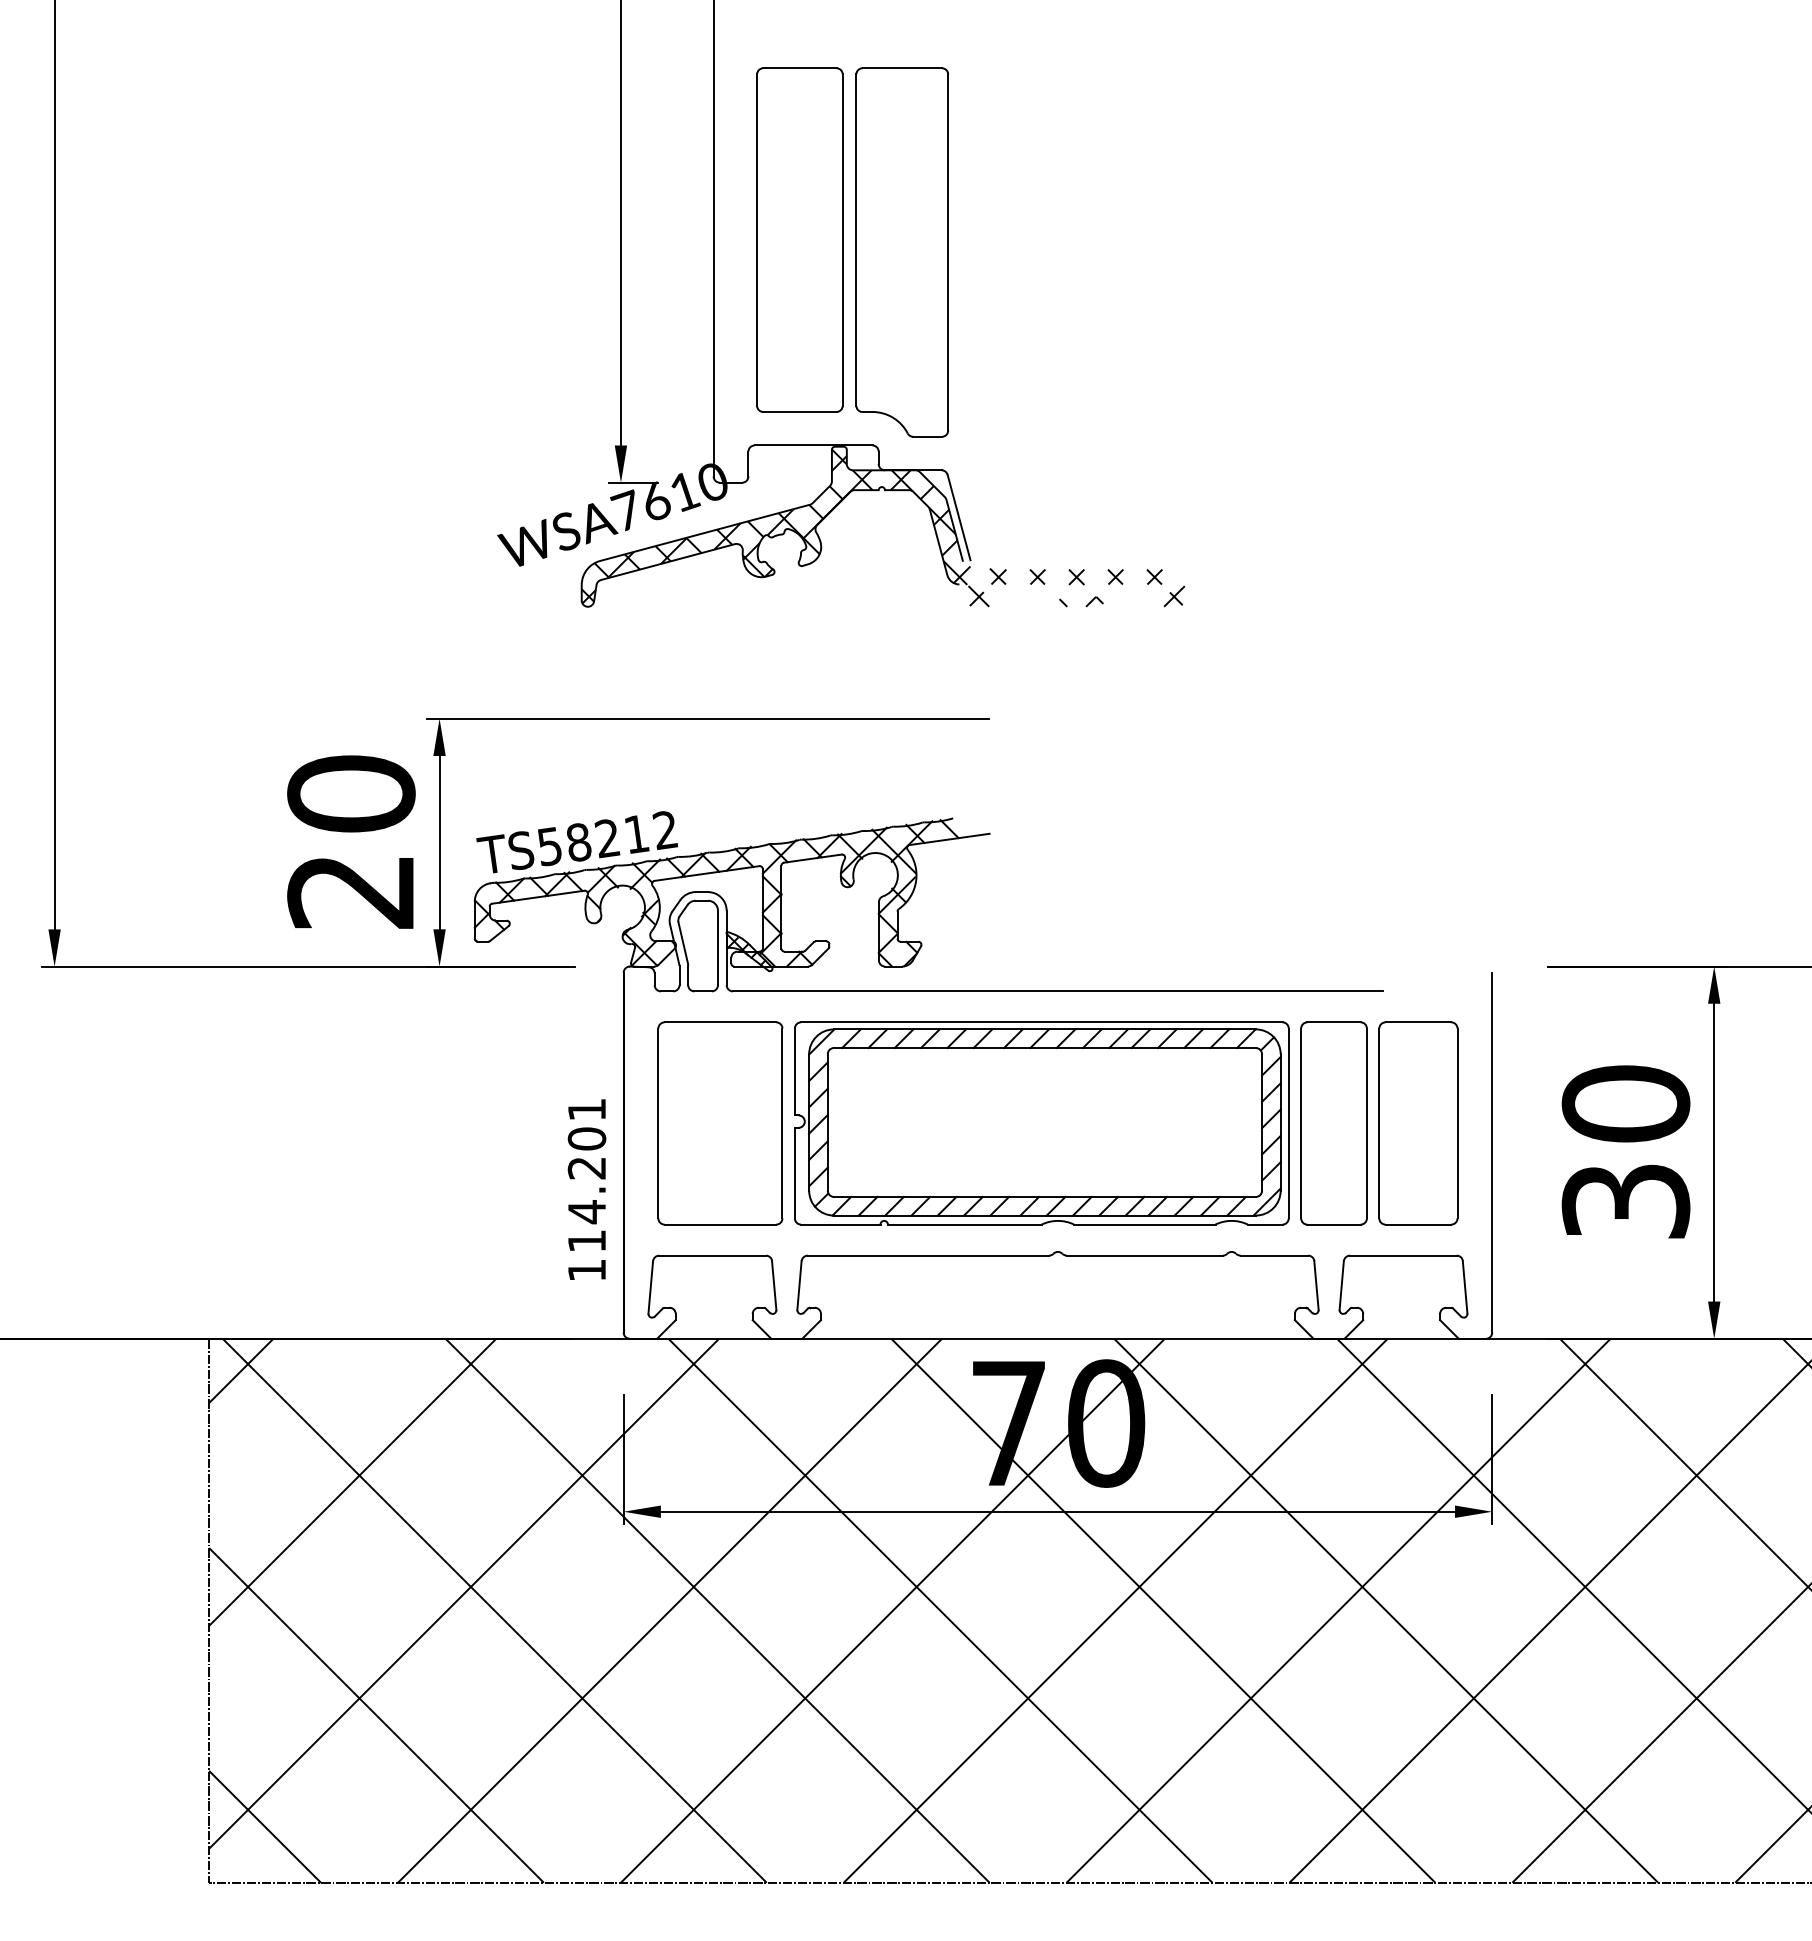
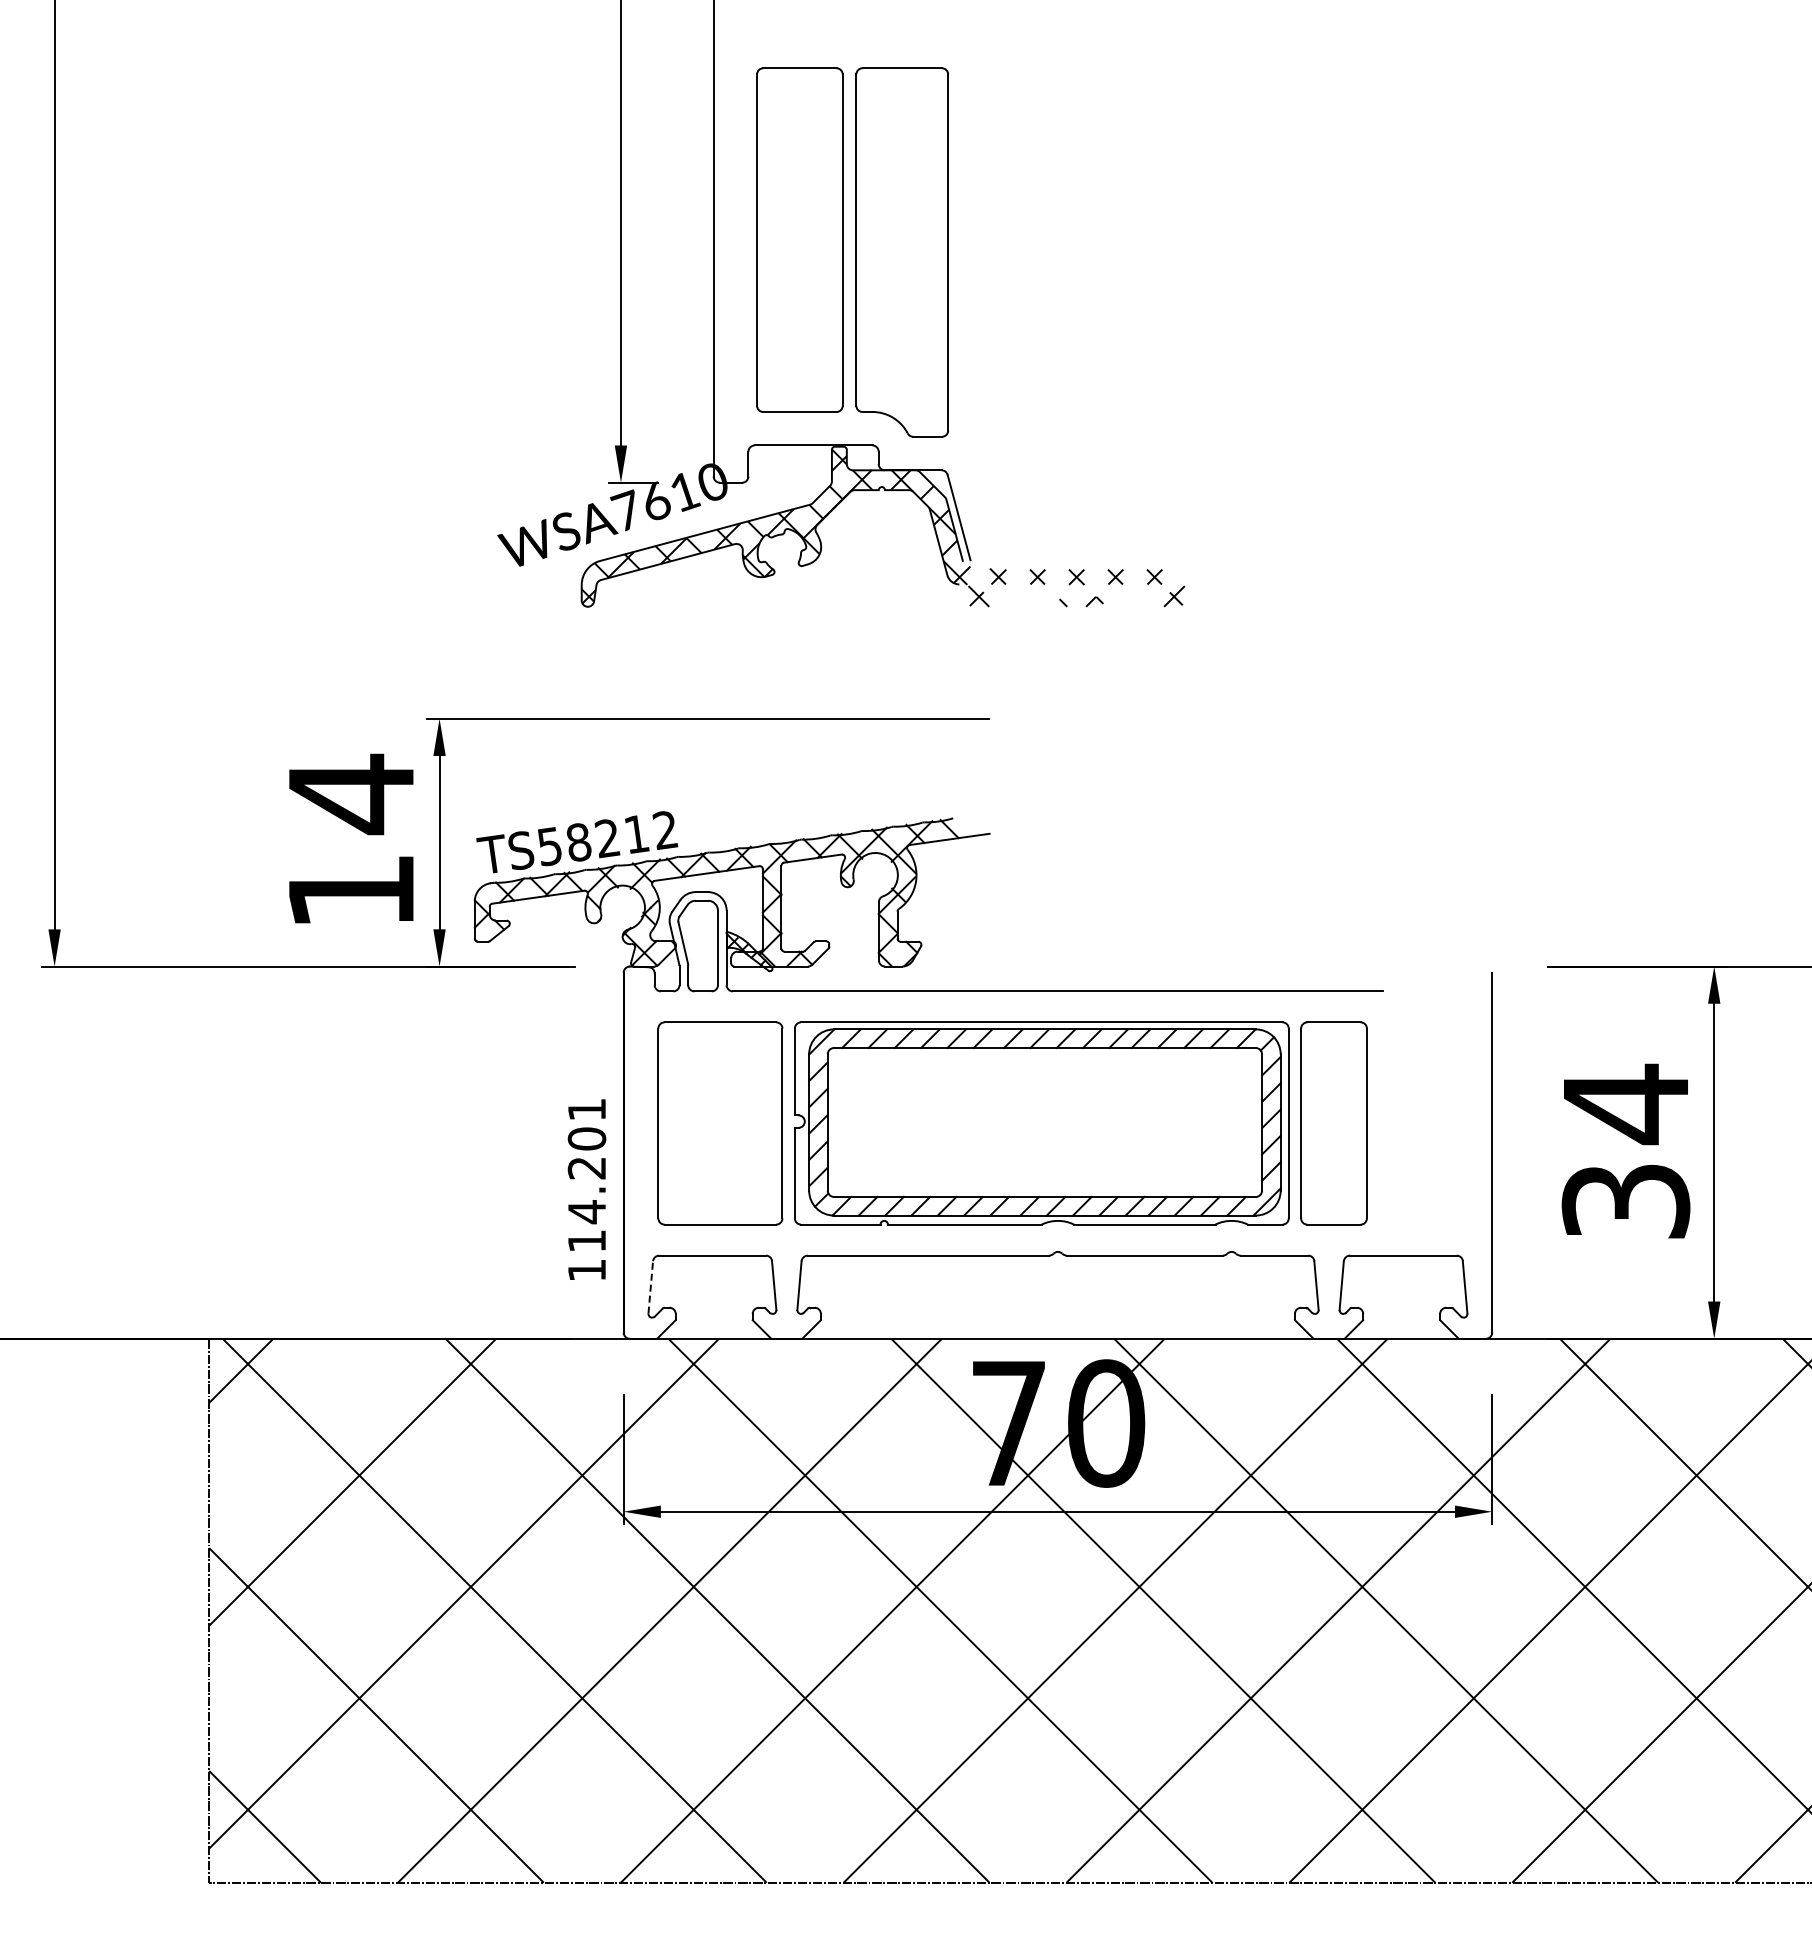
text at (351, 840): 20 -> 14
text at (1625, 1104): 30 -> 34
part at (1418, 1123): present -> none
line at (650, 1286): solid -> dashed
